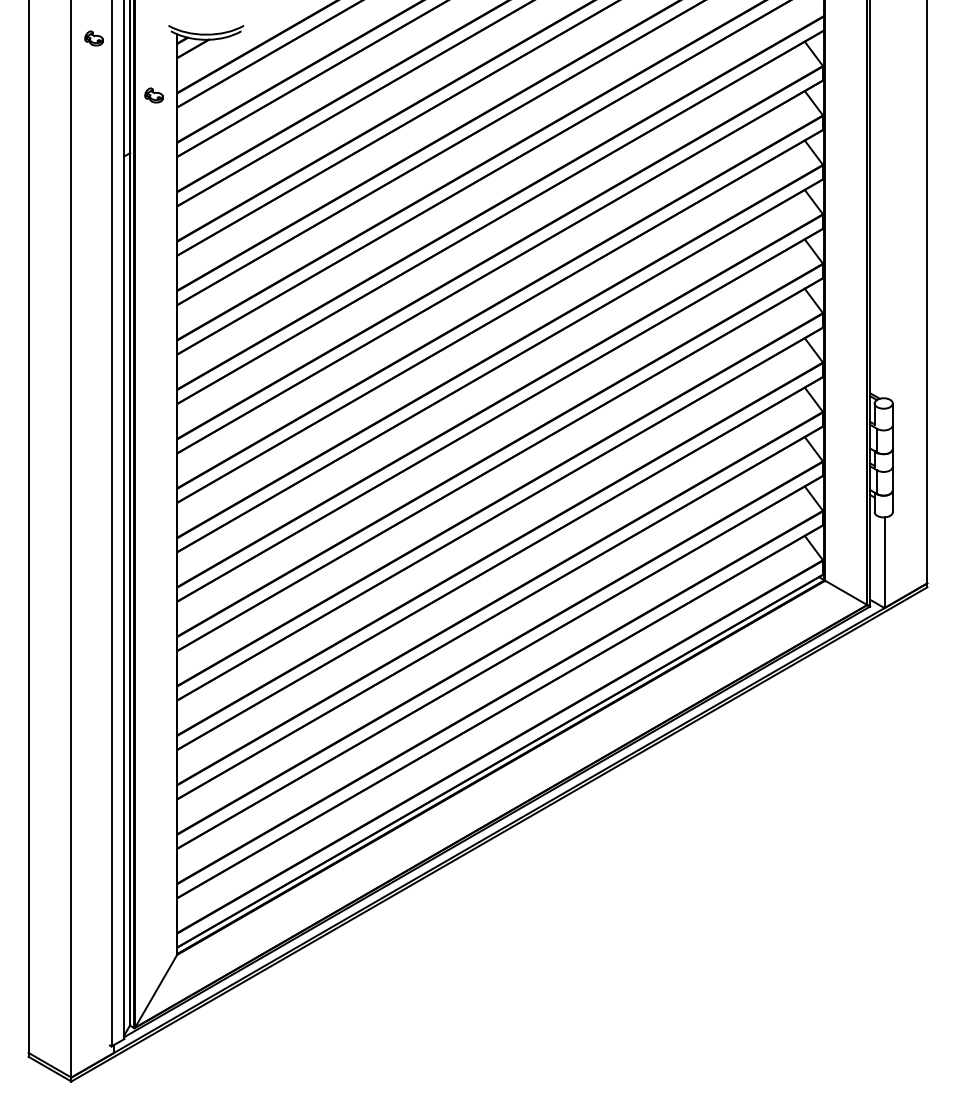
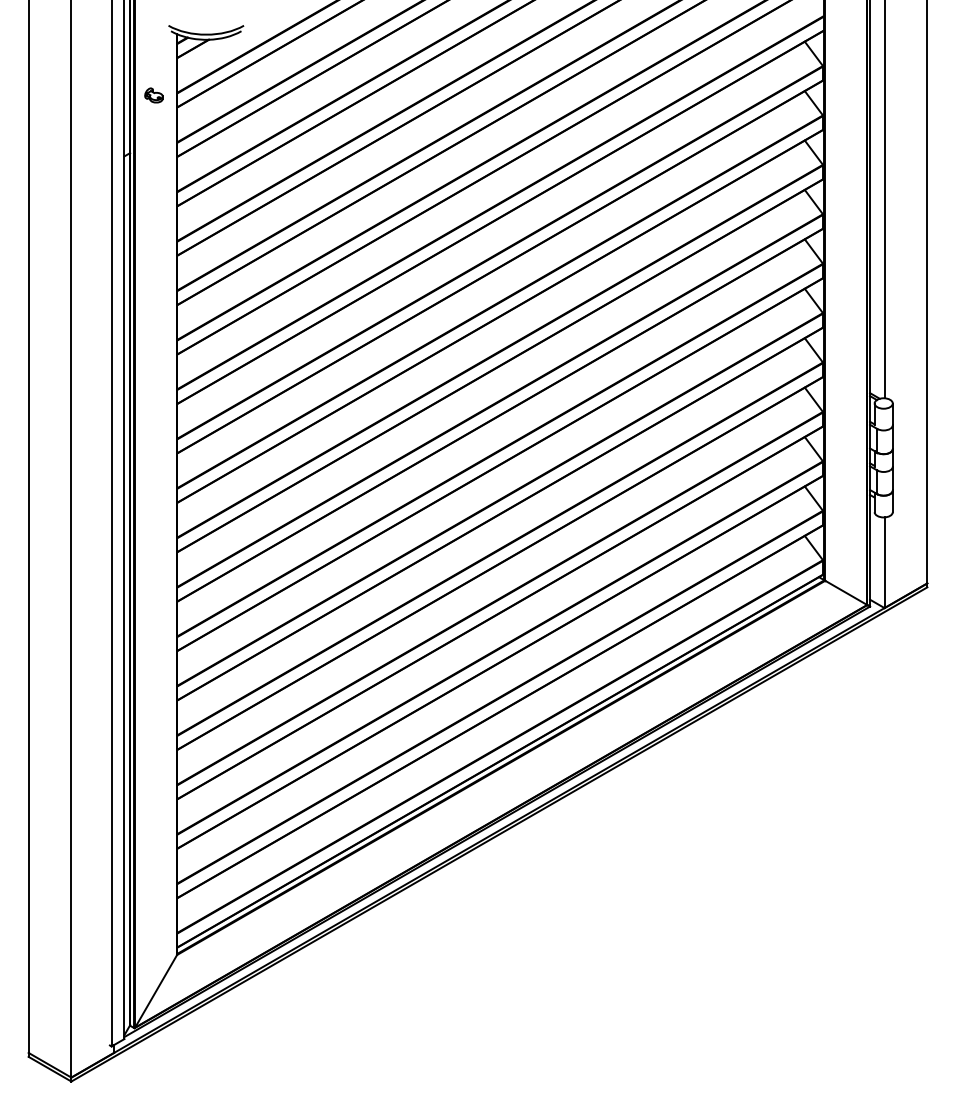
part at (93, 38): present -> none
line at (884, 200): none -> present
